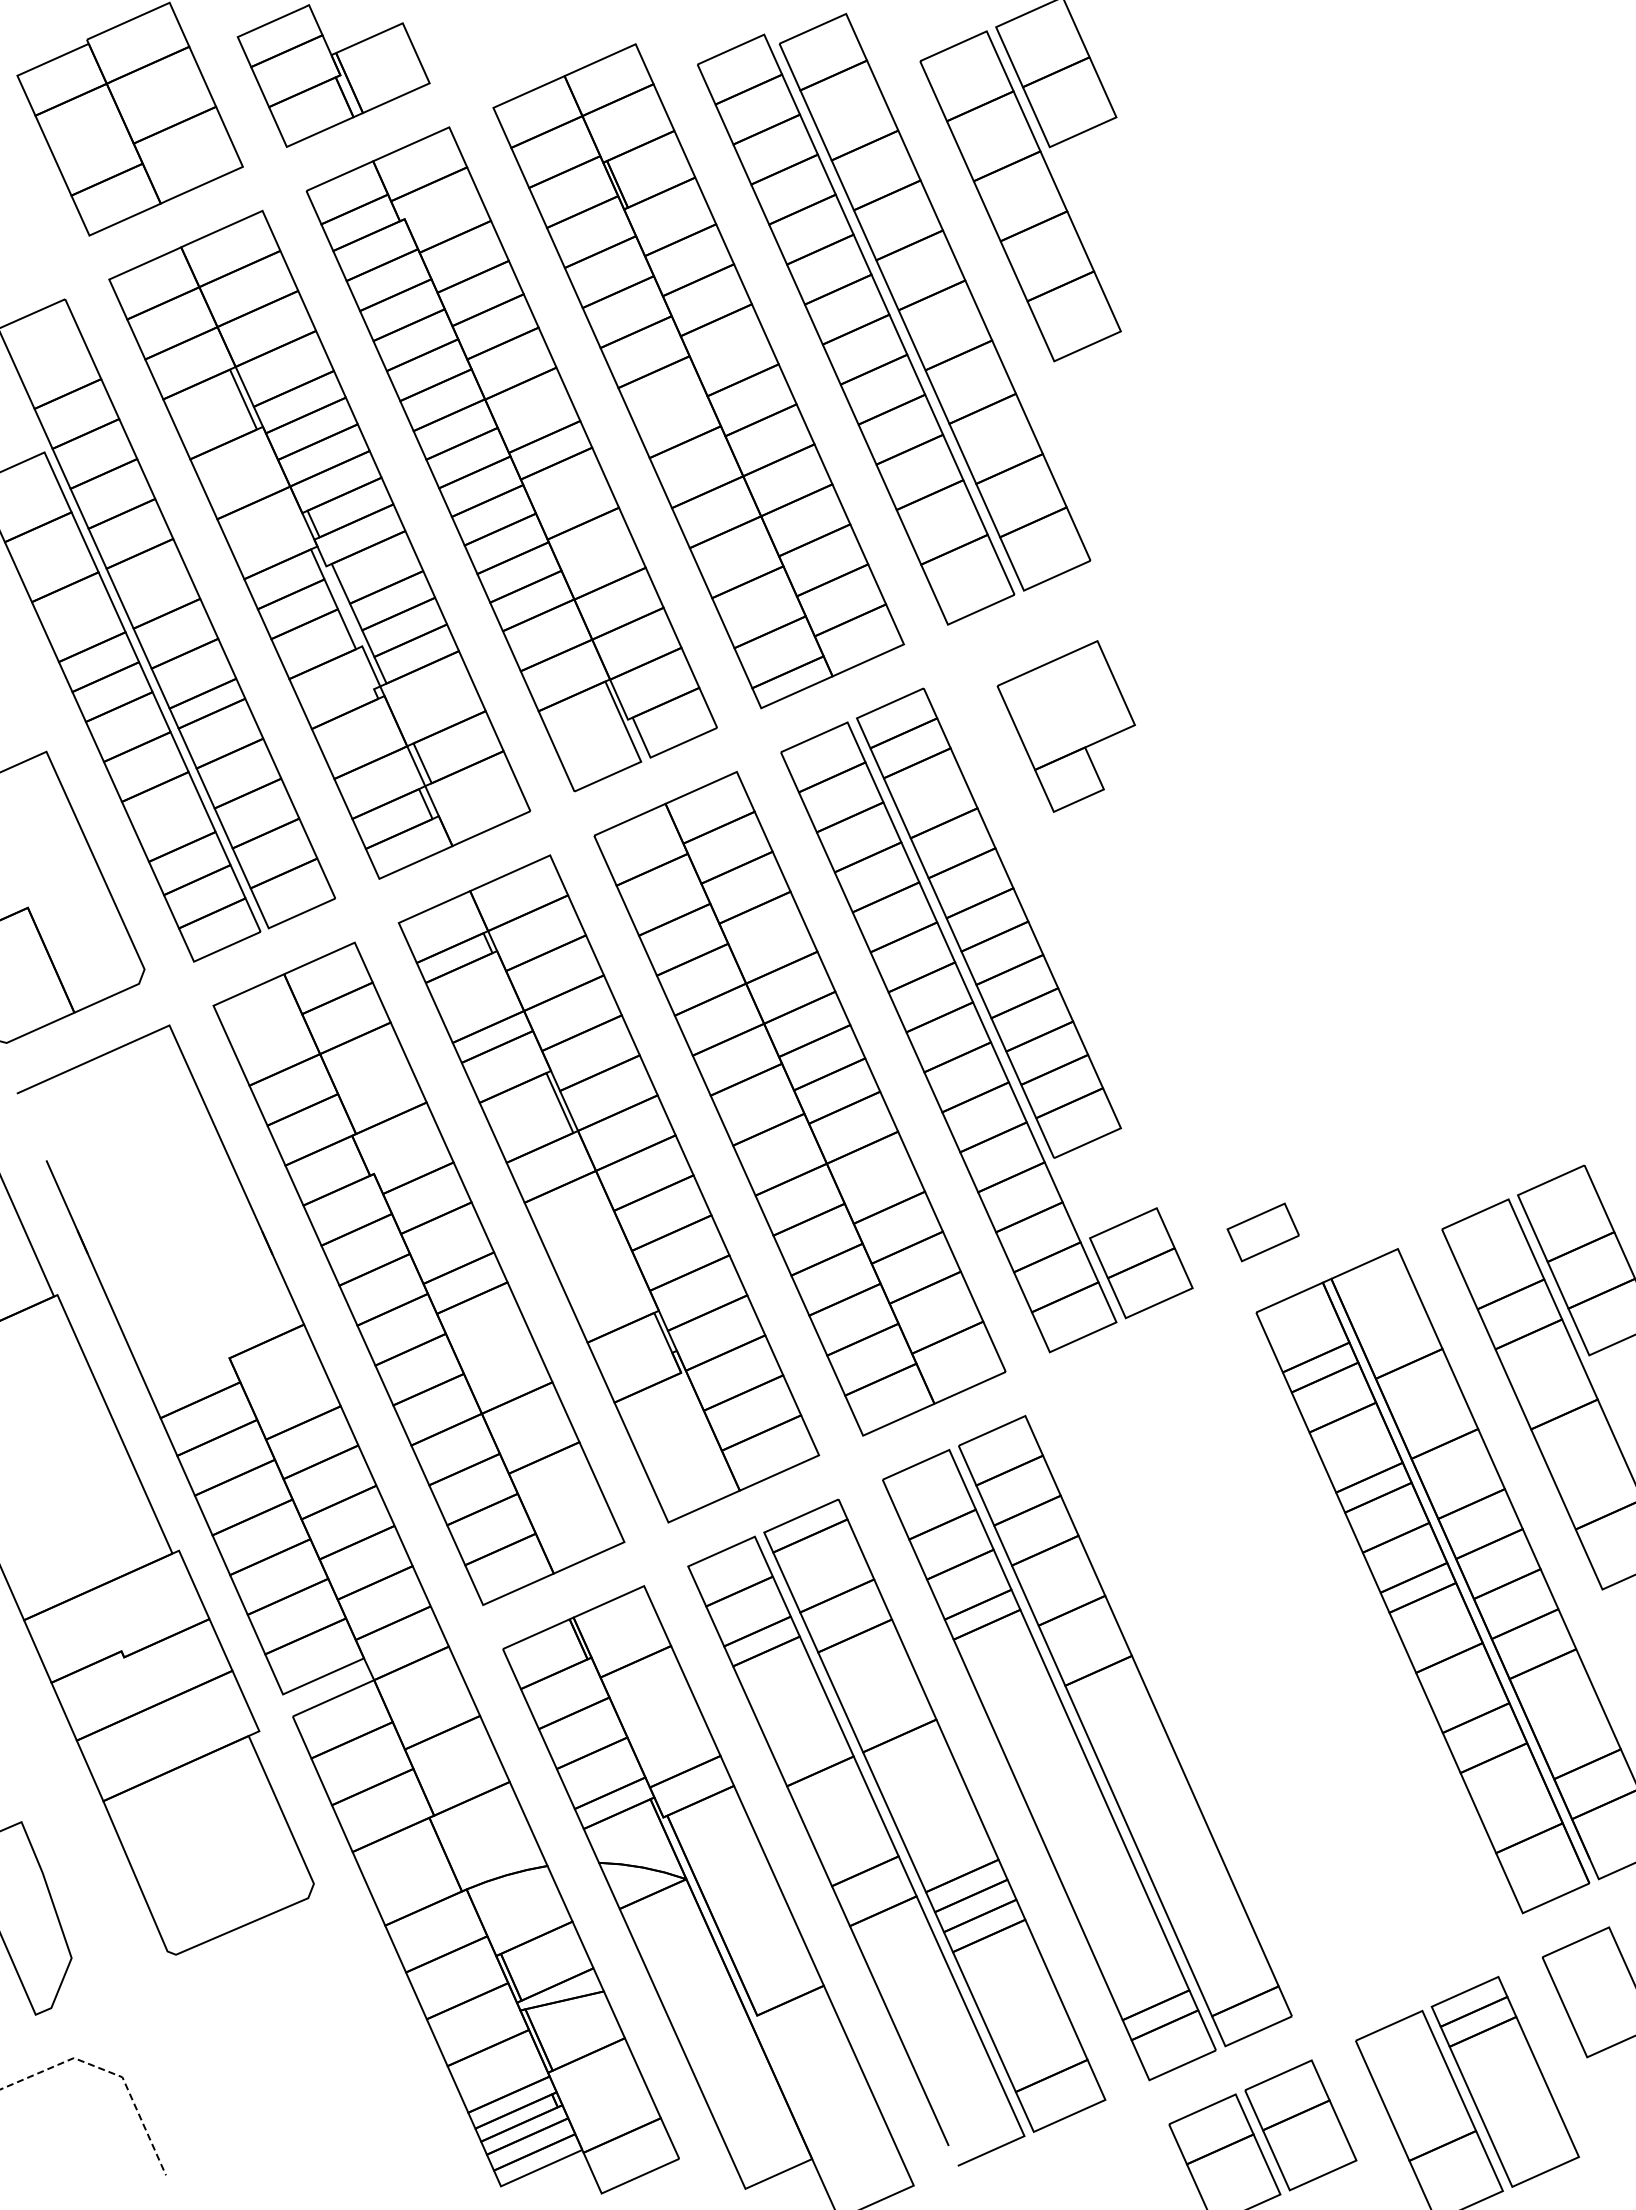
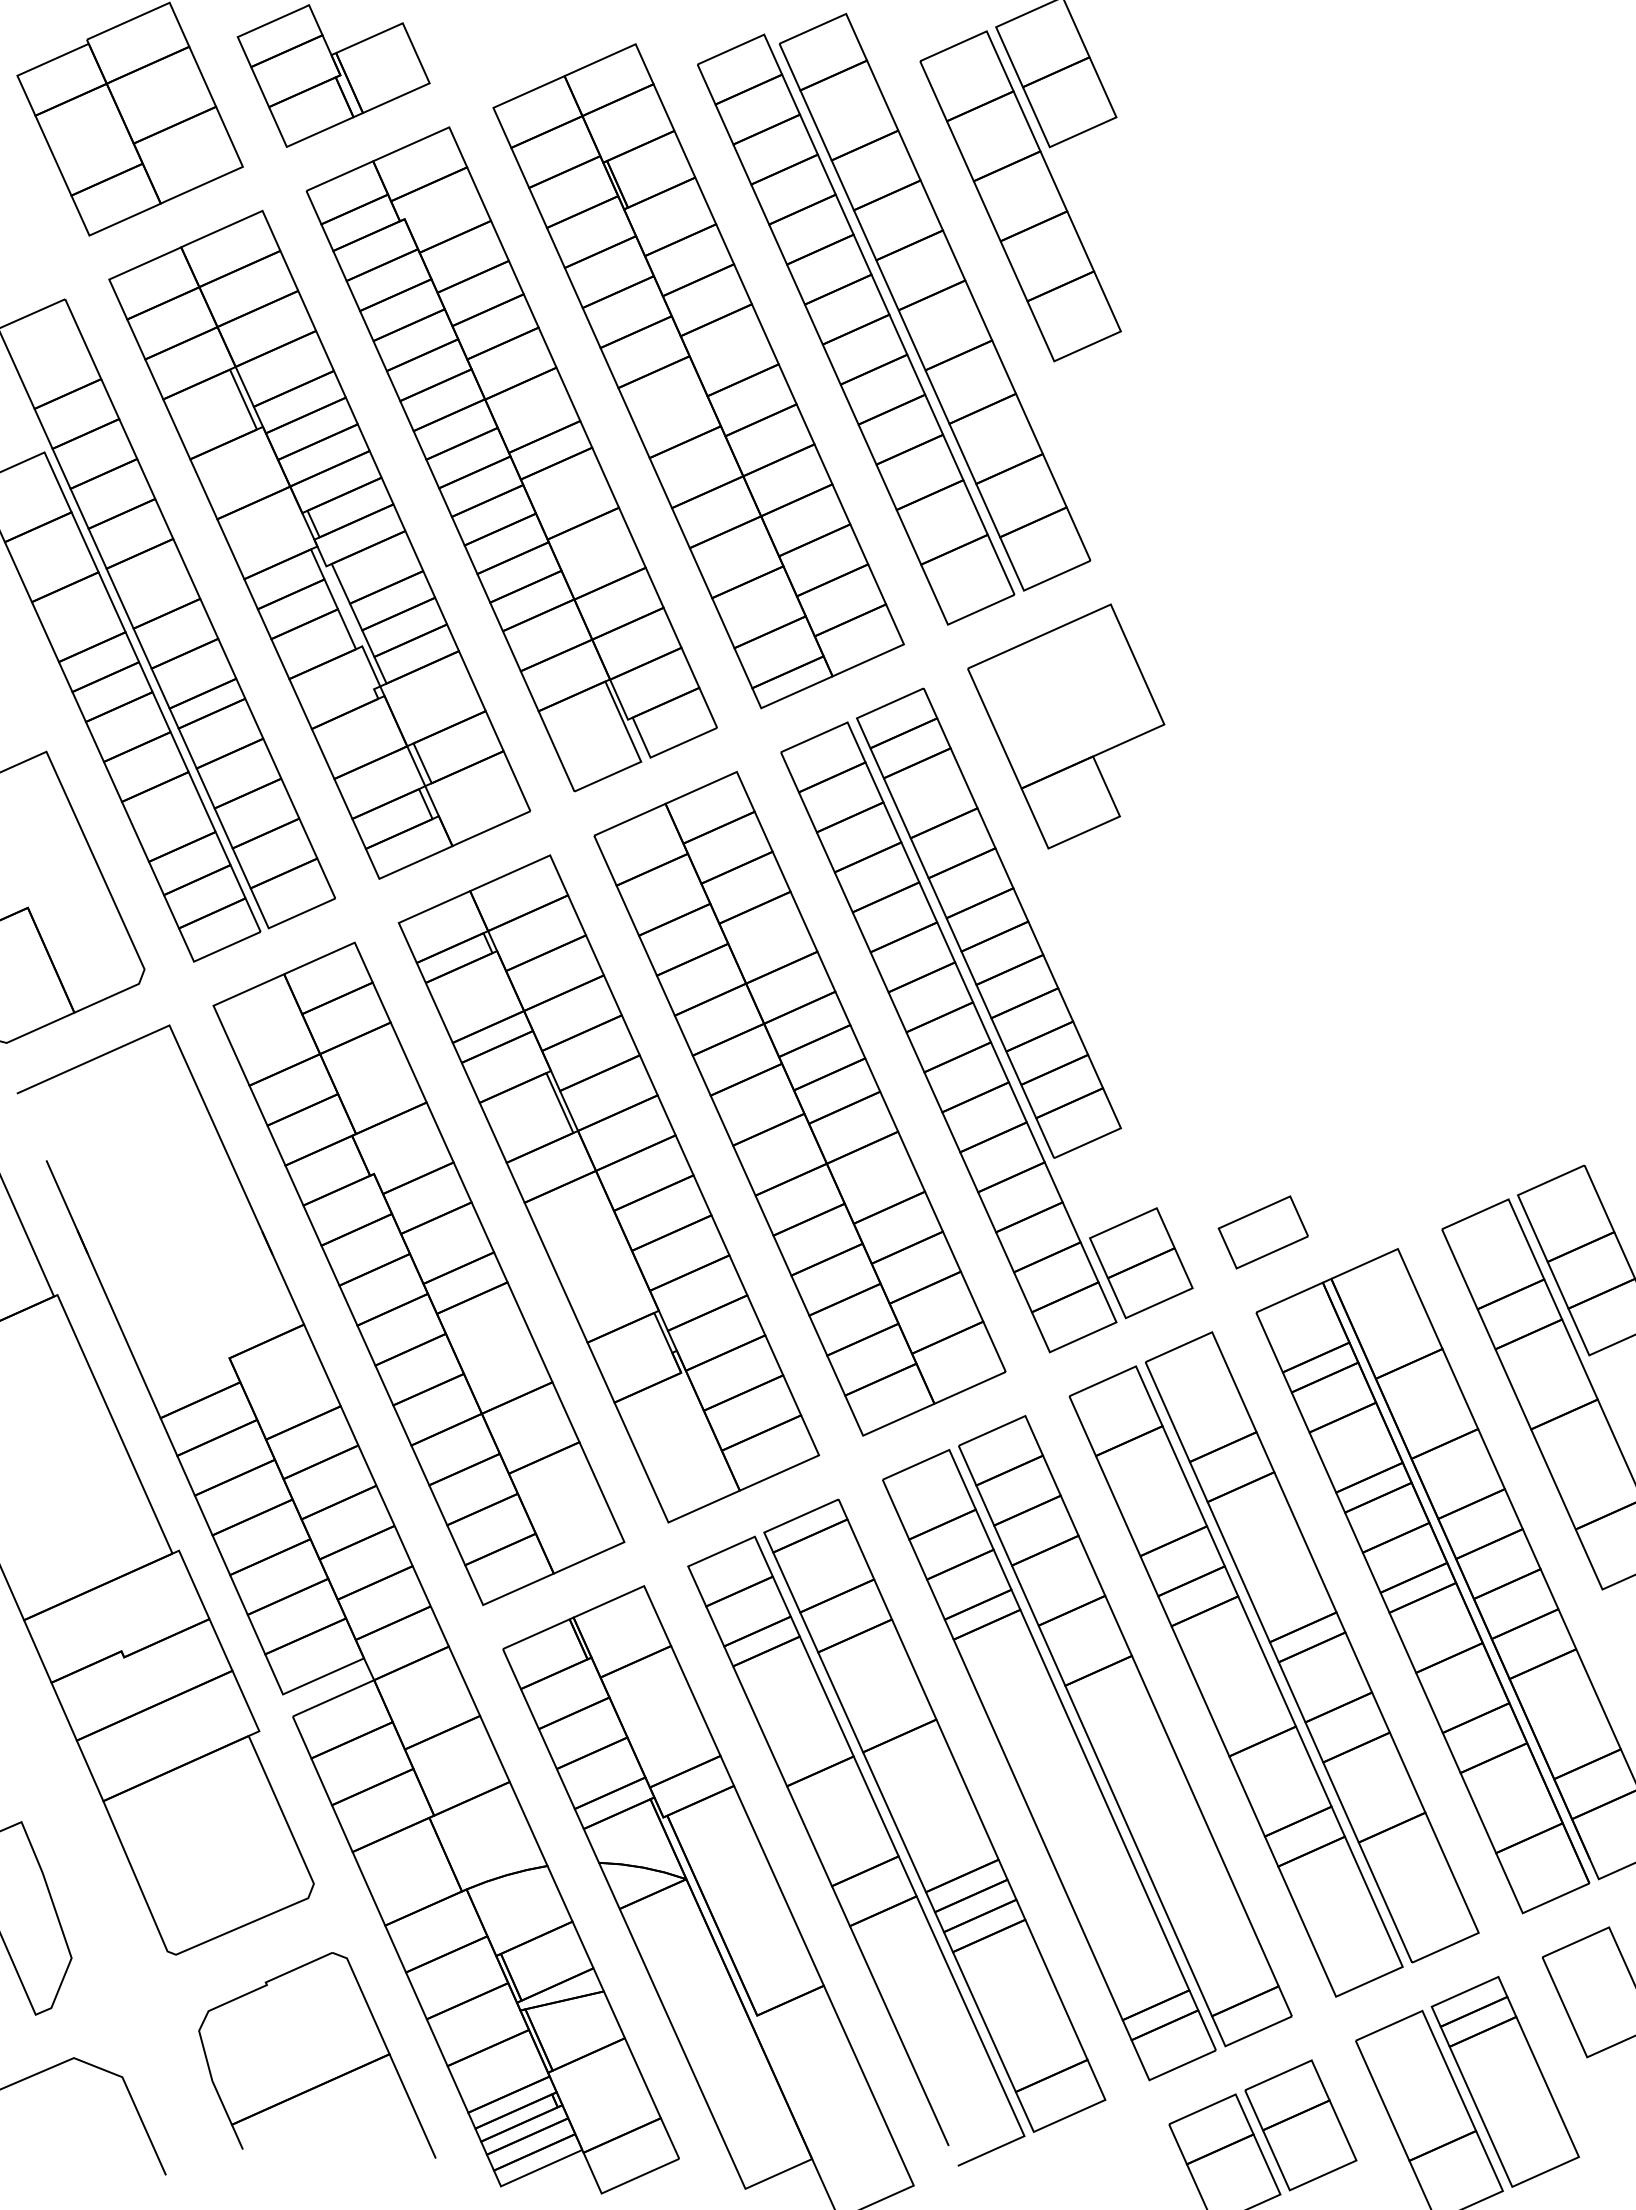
part at (1065, 726) size: 140x173 px -> 199x247 px
part at (1262, 1232) size: 74x61 px -> 92x75 px
part at (1273, 1664): none -> present
part at (317, 2055): none -> present
line at (111, 2072): dashed -> solid
